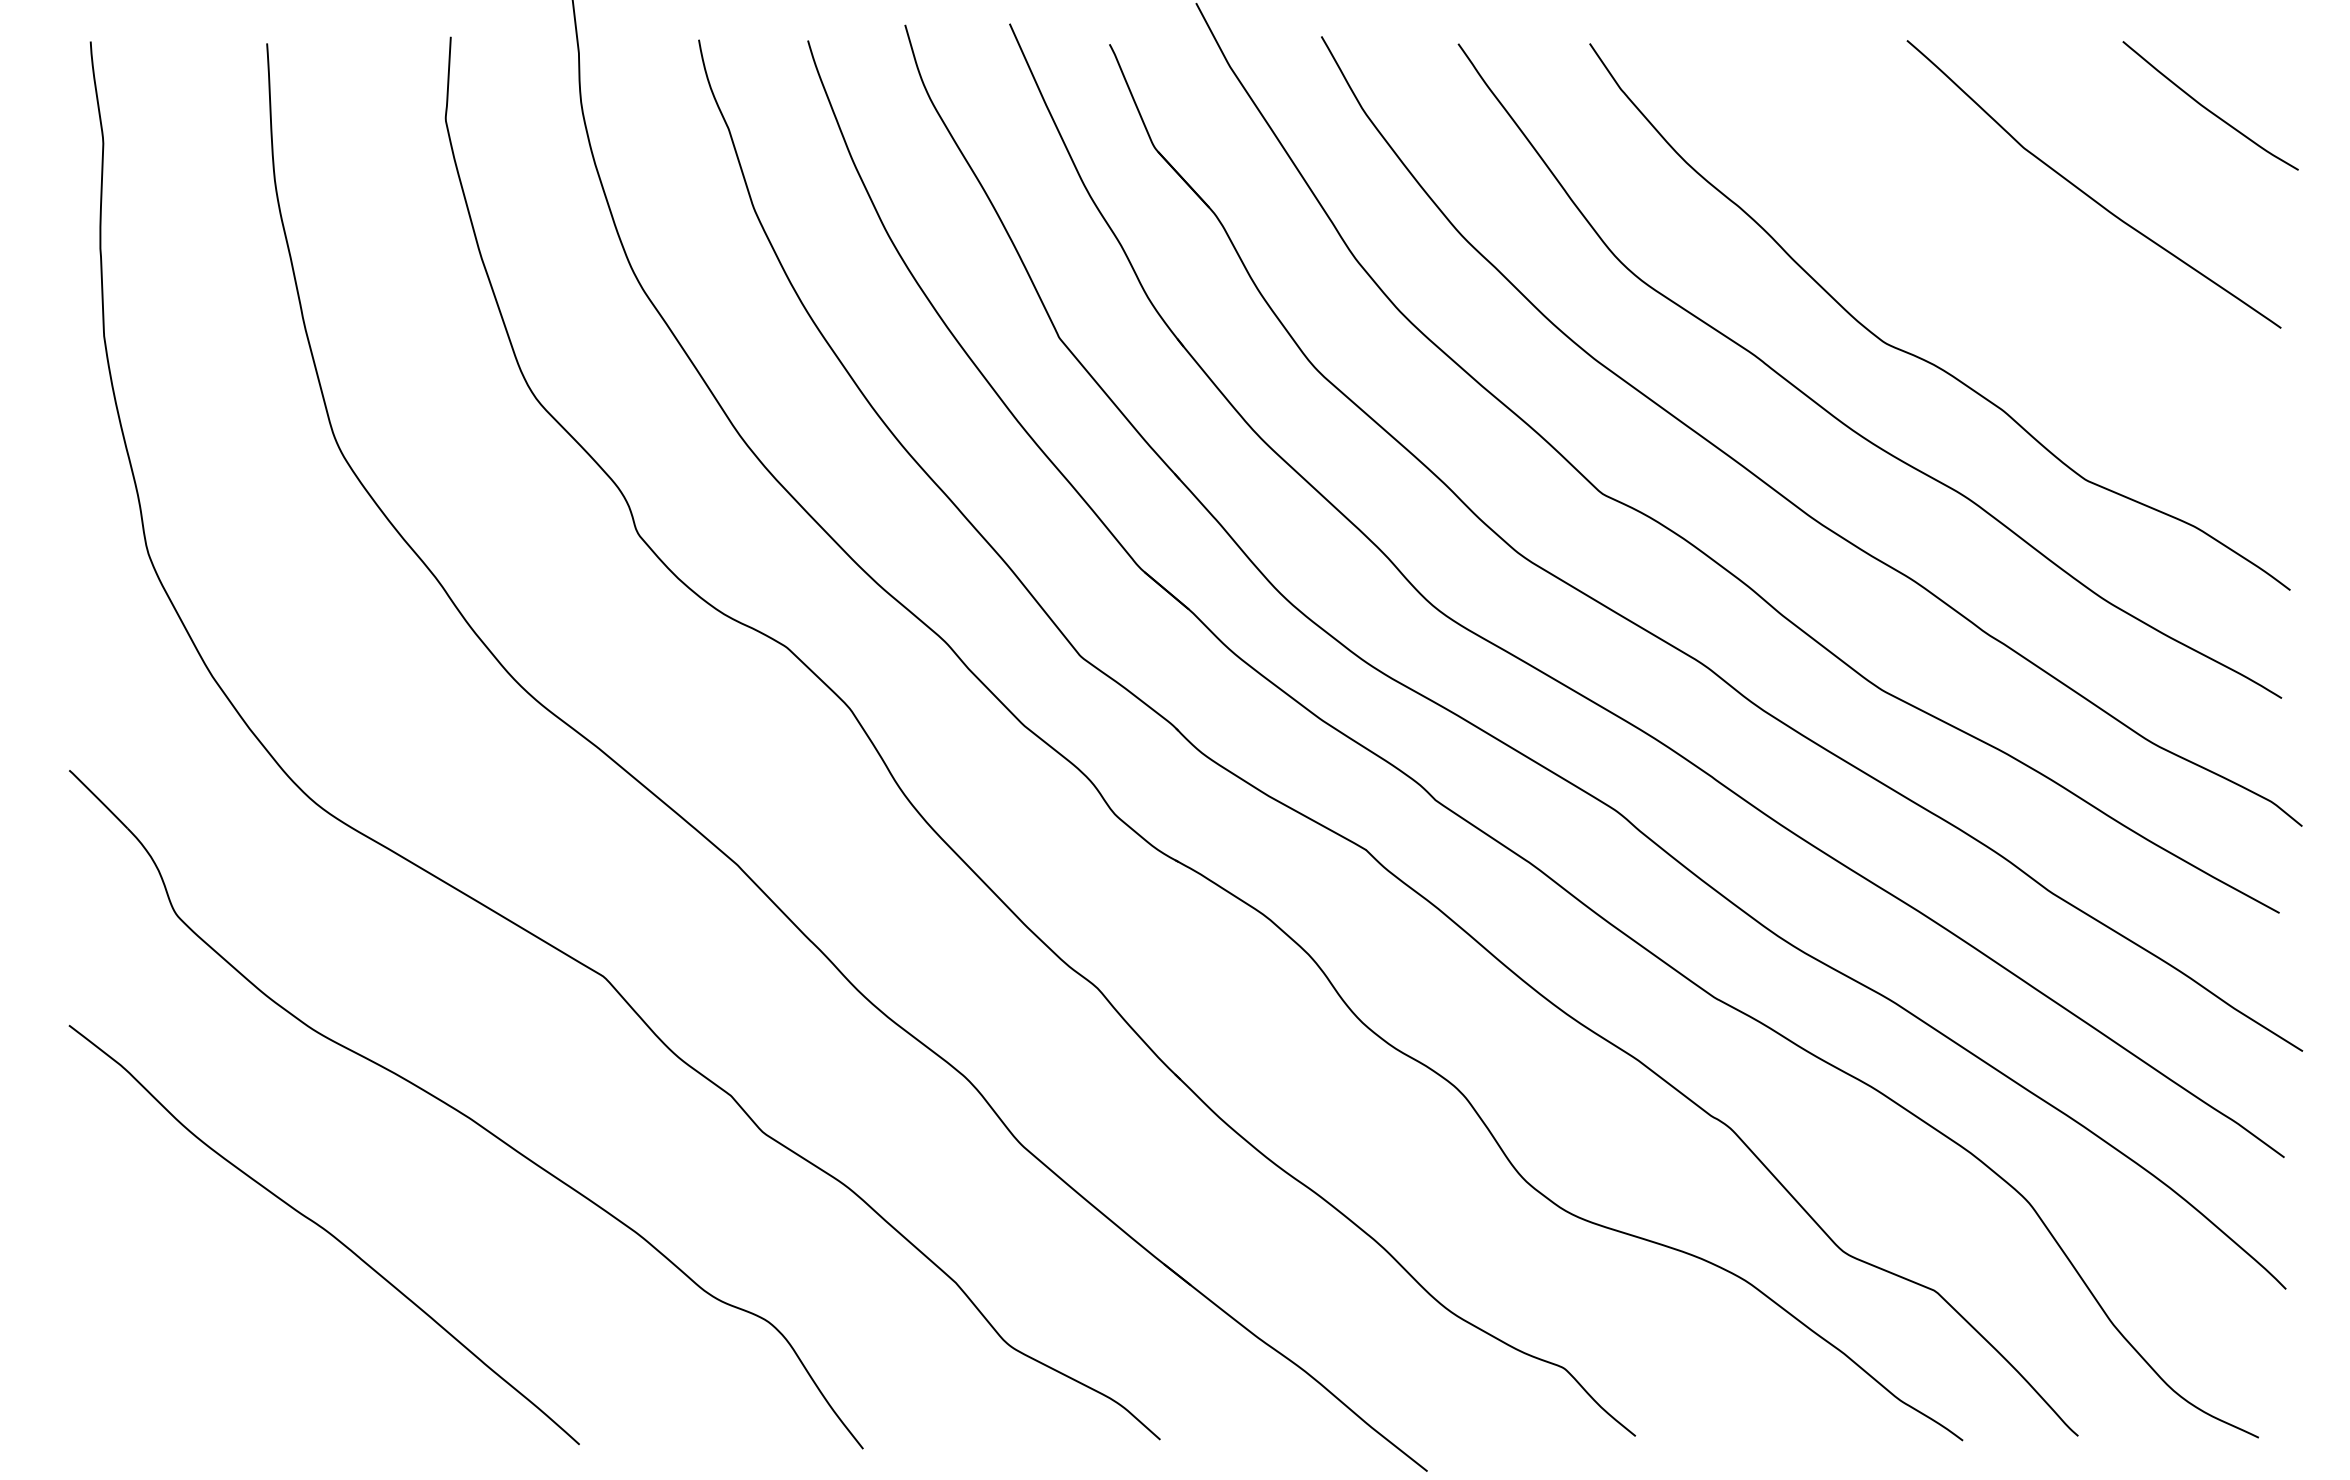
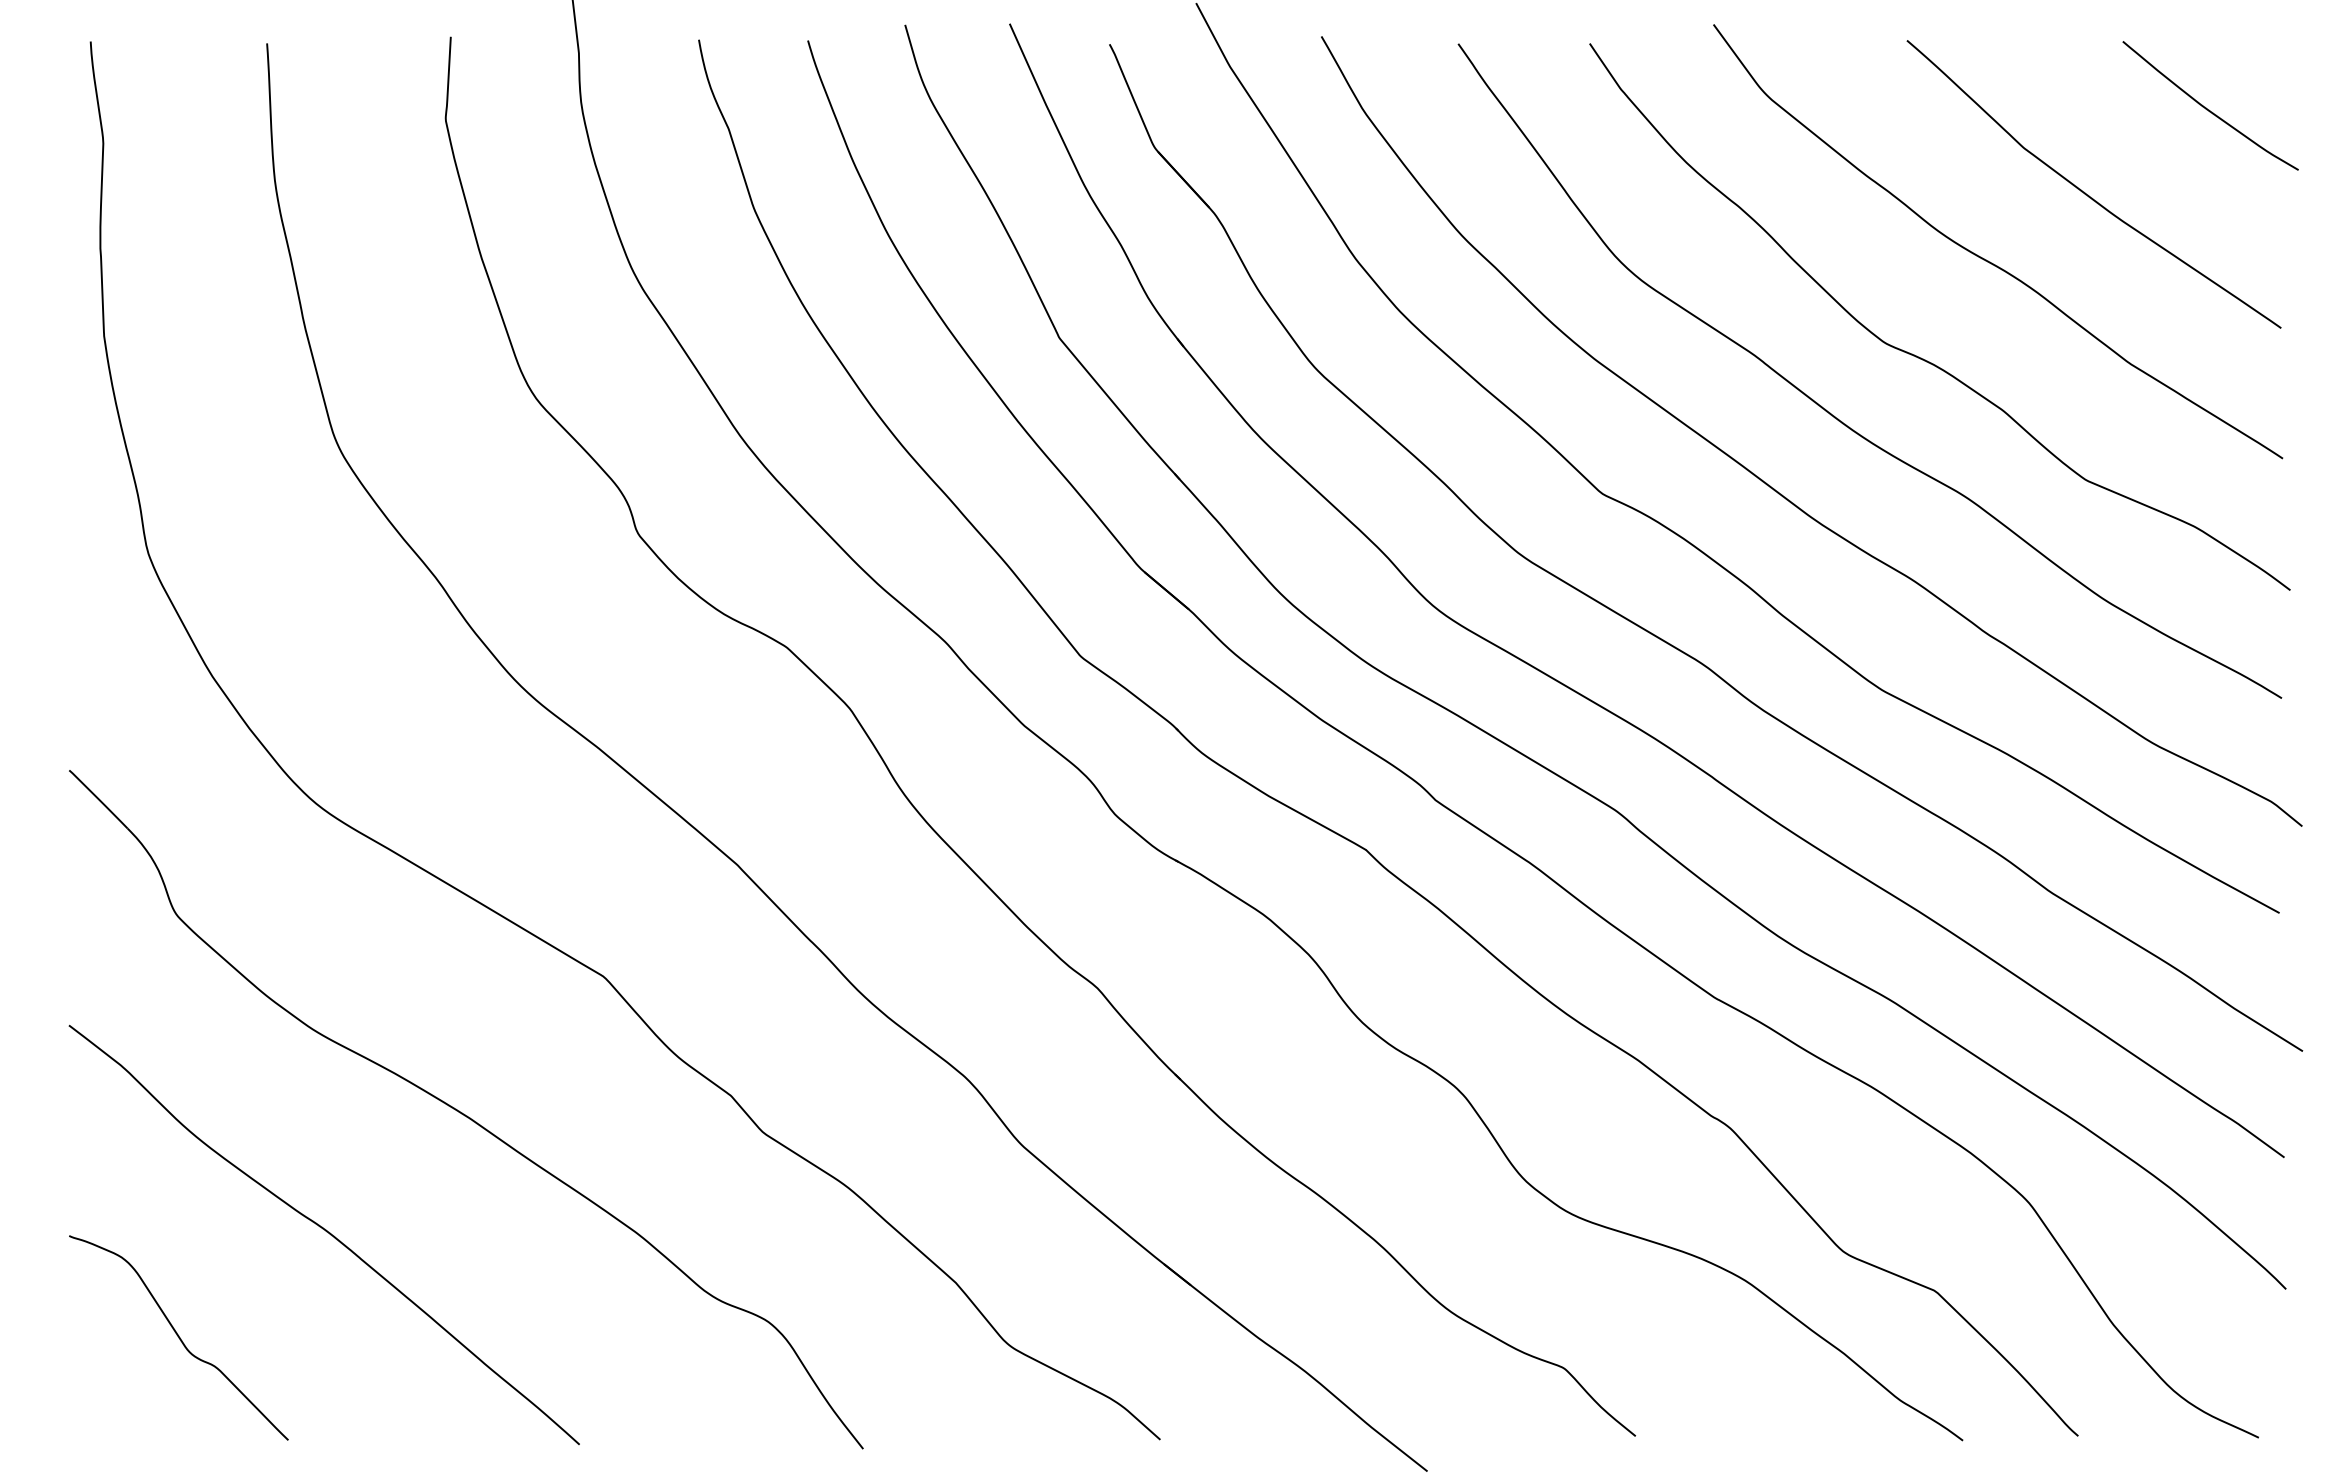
curve at (1988, 260): none -> present
curve at (178, 1337): none -> present
